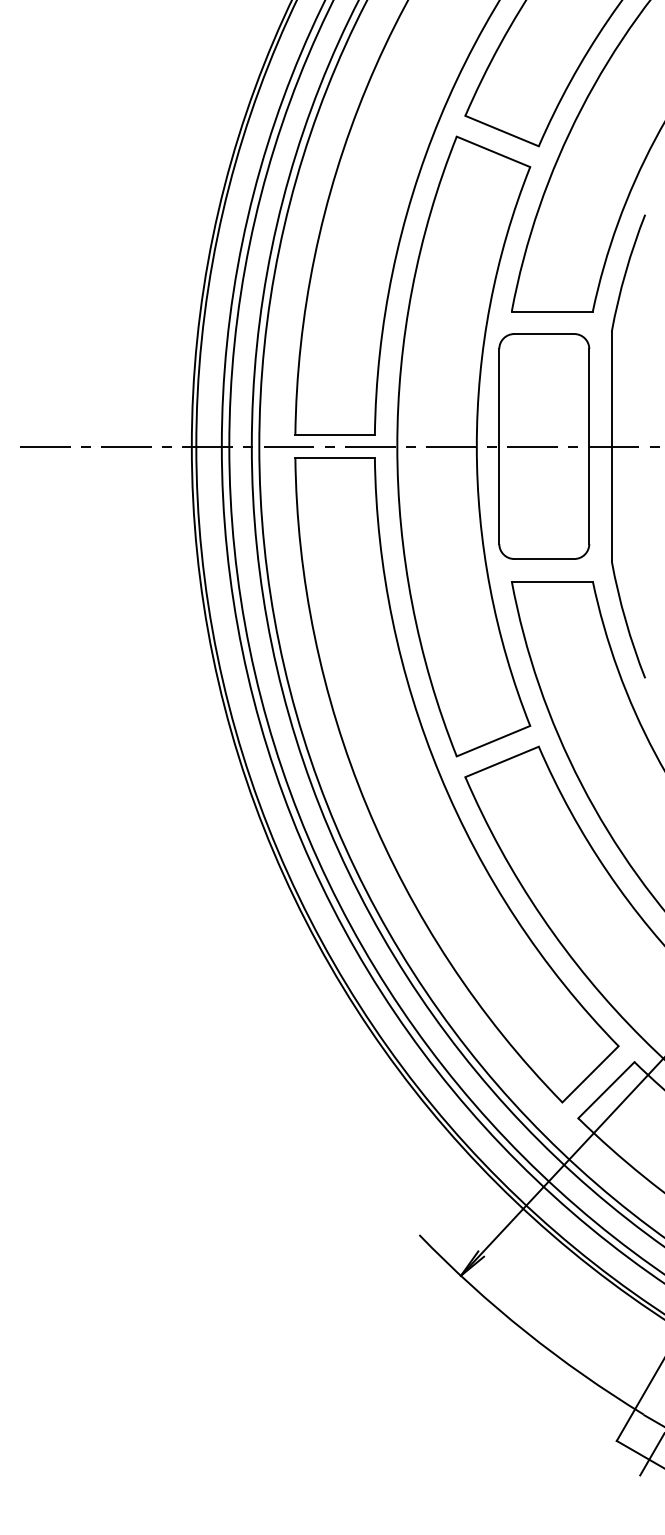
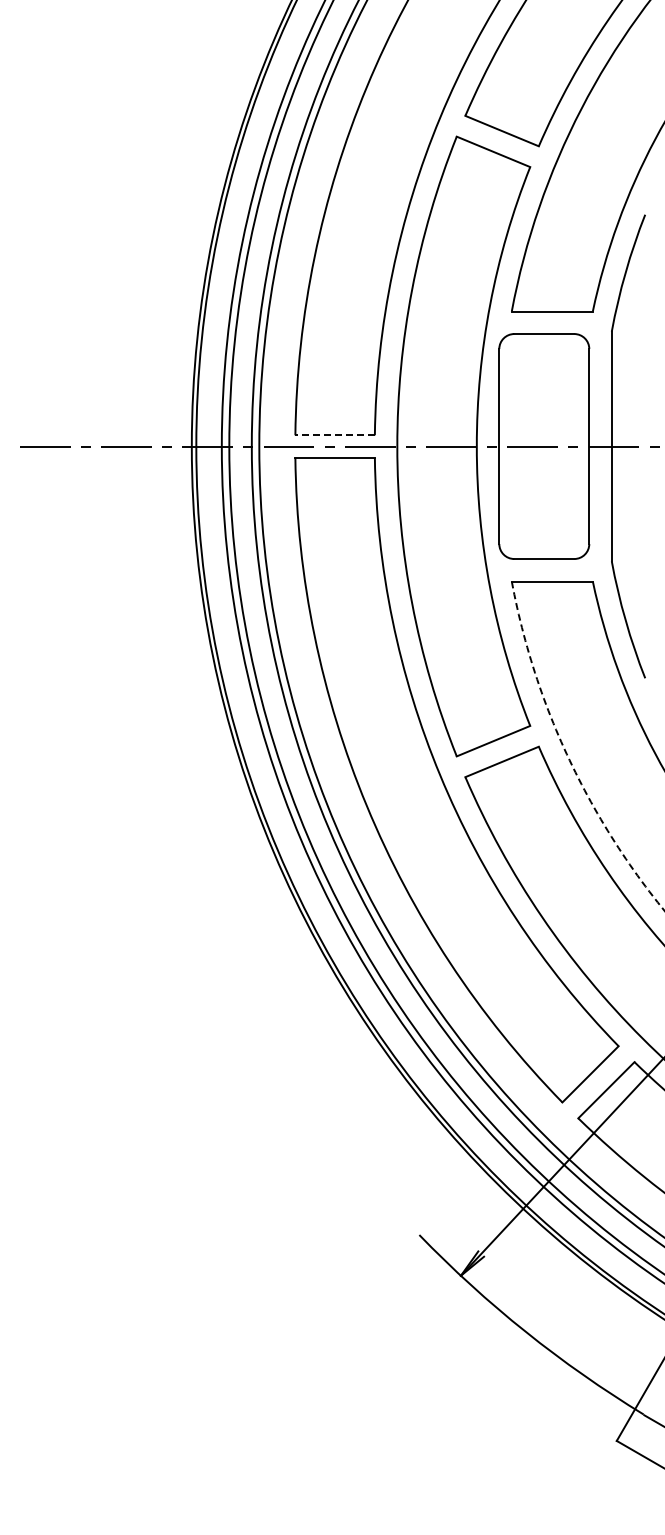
line at (335, 435): solid -> dashed
arc at (567, 756): solid -> dashed
line at (650, 1457): present -> none
